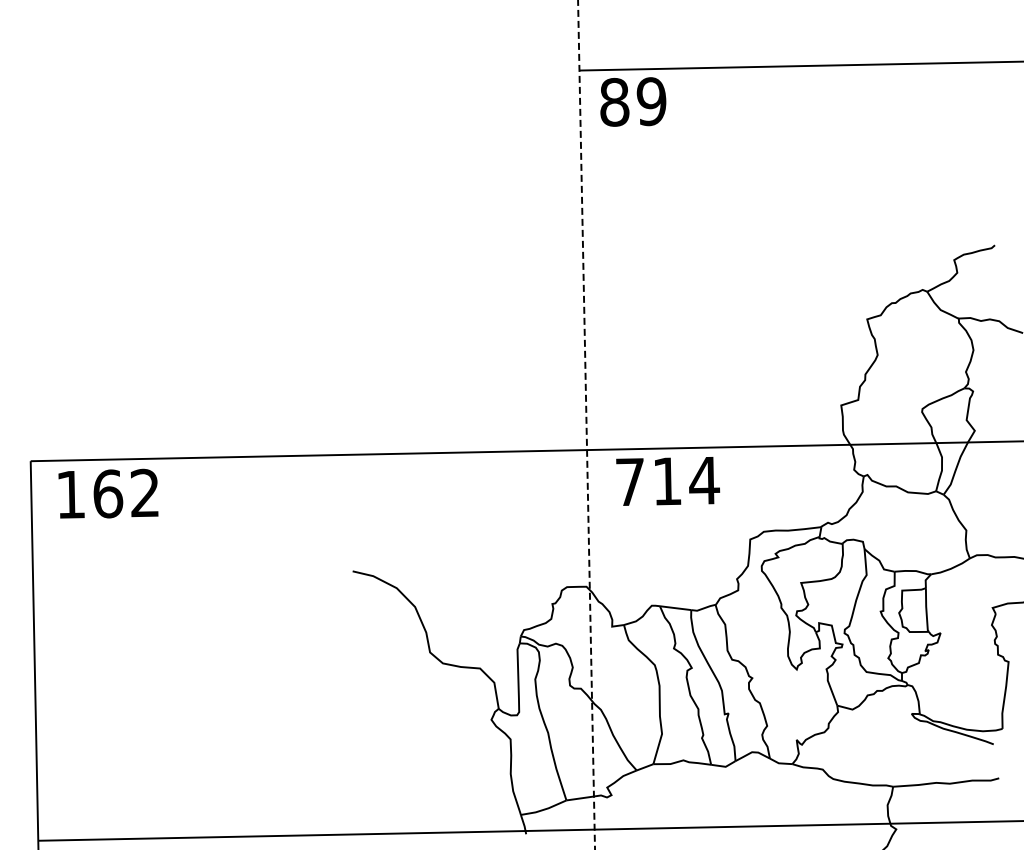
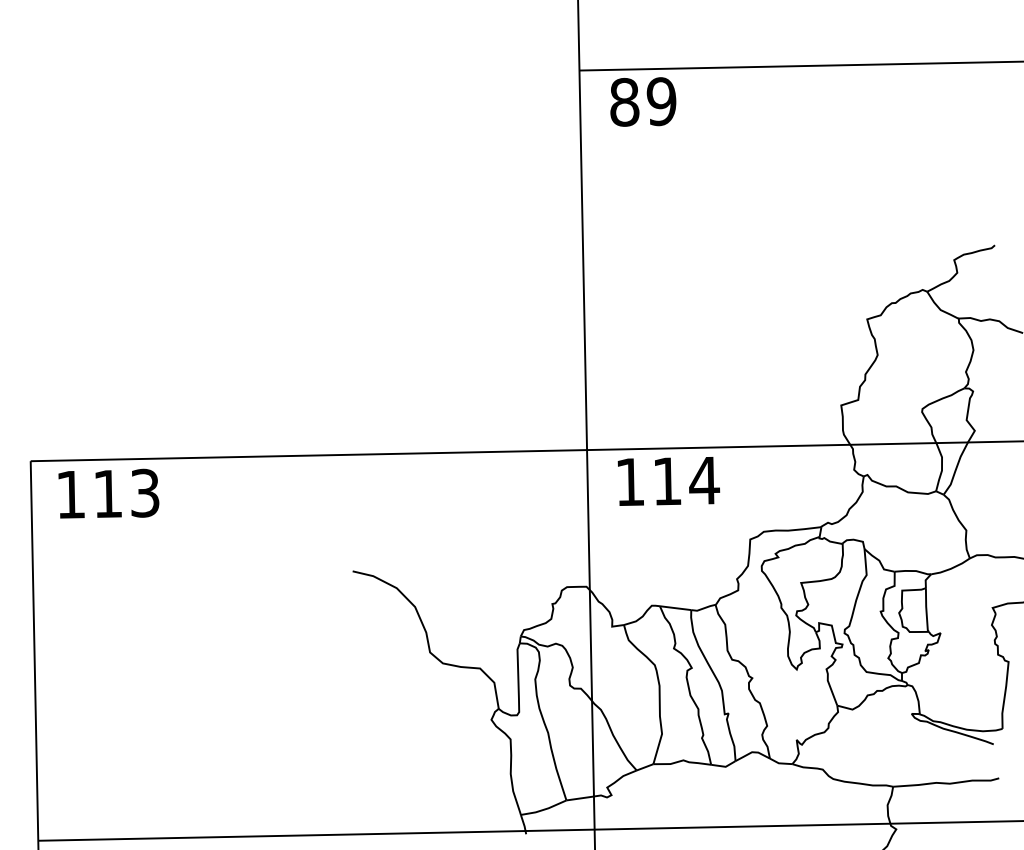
text at (633, 101) position: (633, 101) -> (643, 101)
line at (586, 425): dashed -> solid
text at (629, 481): 714 -> 114
text at (126, 493): 162 -> 113
